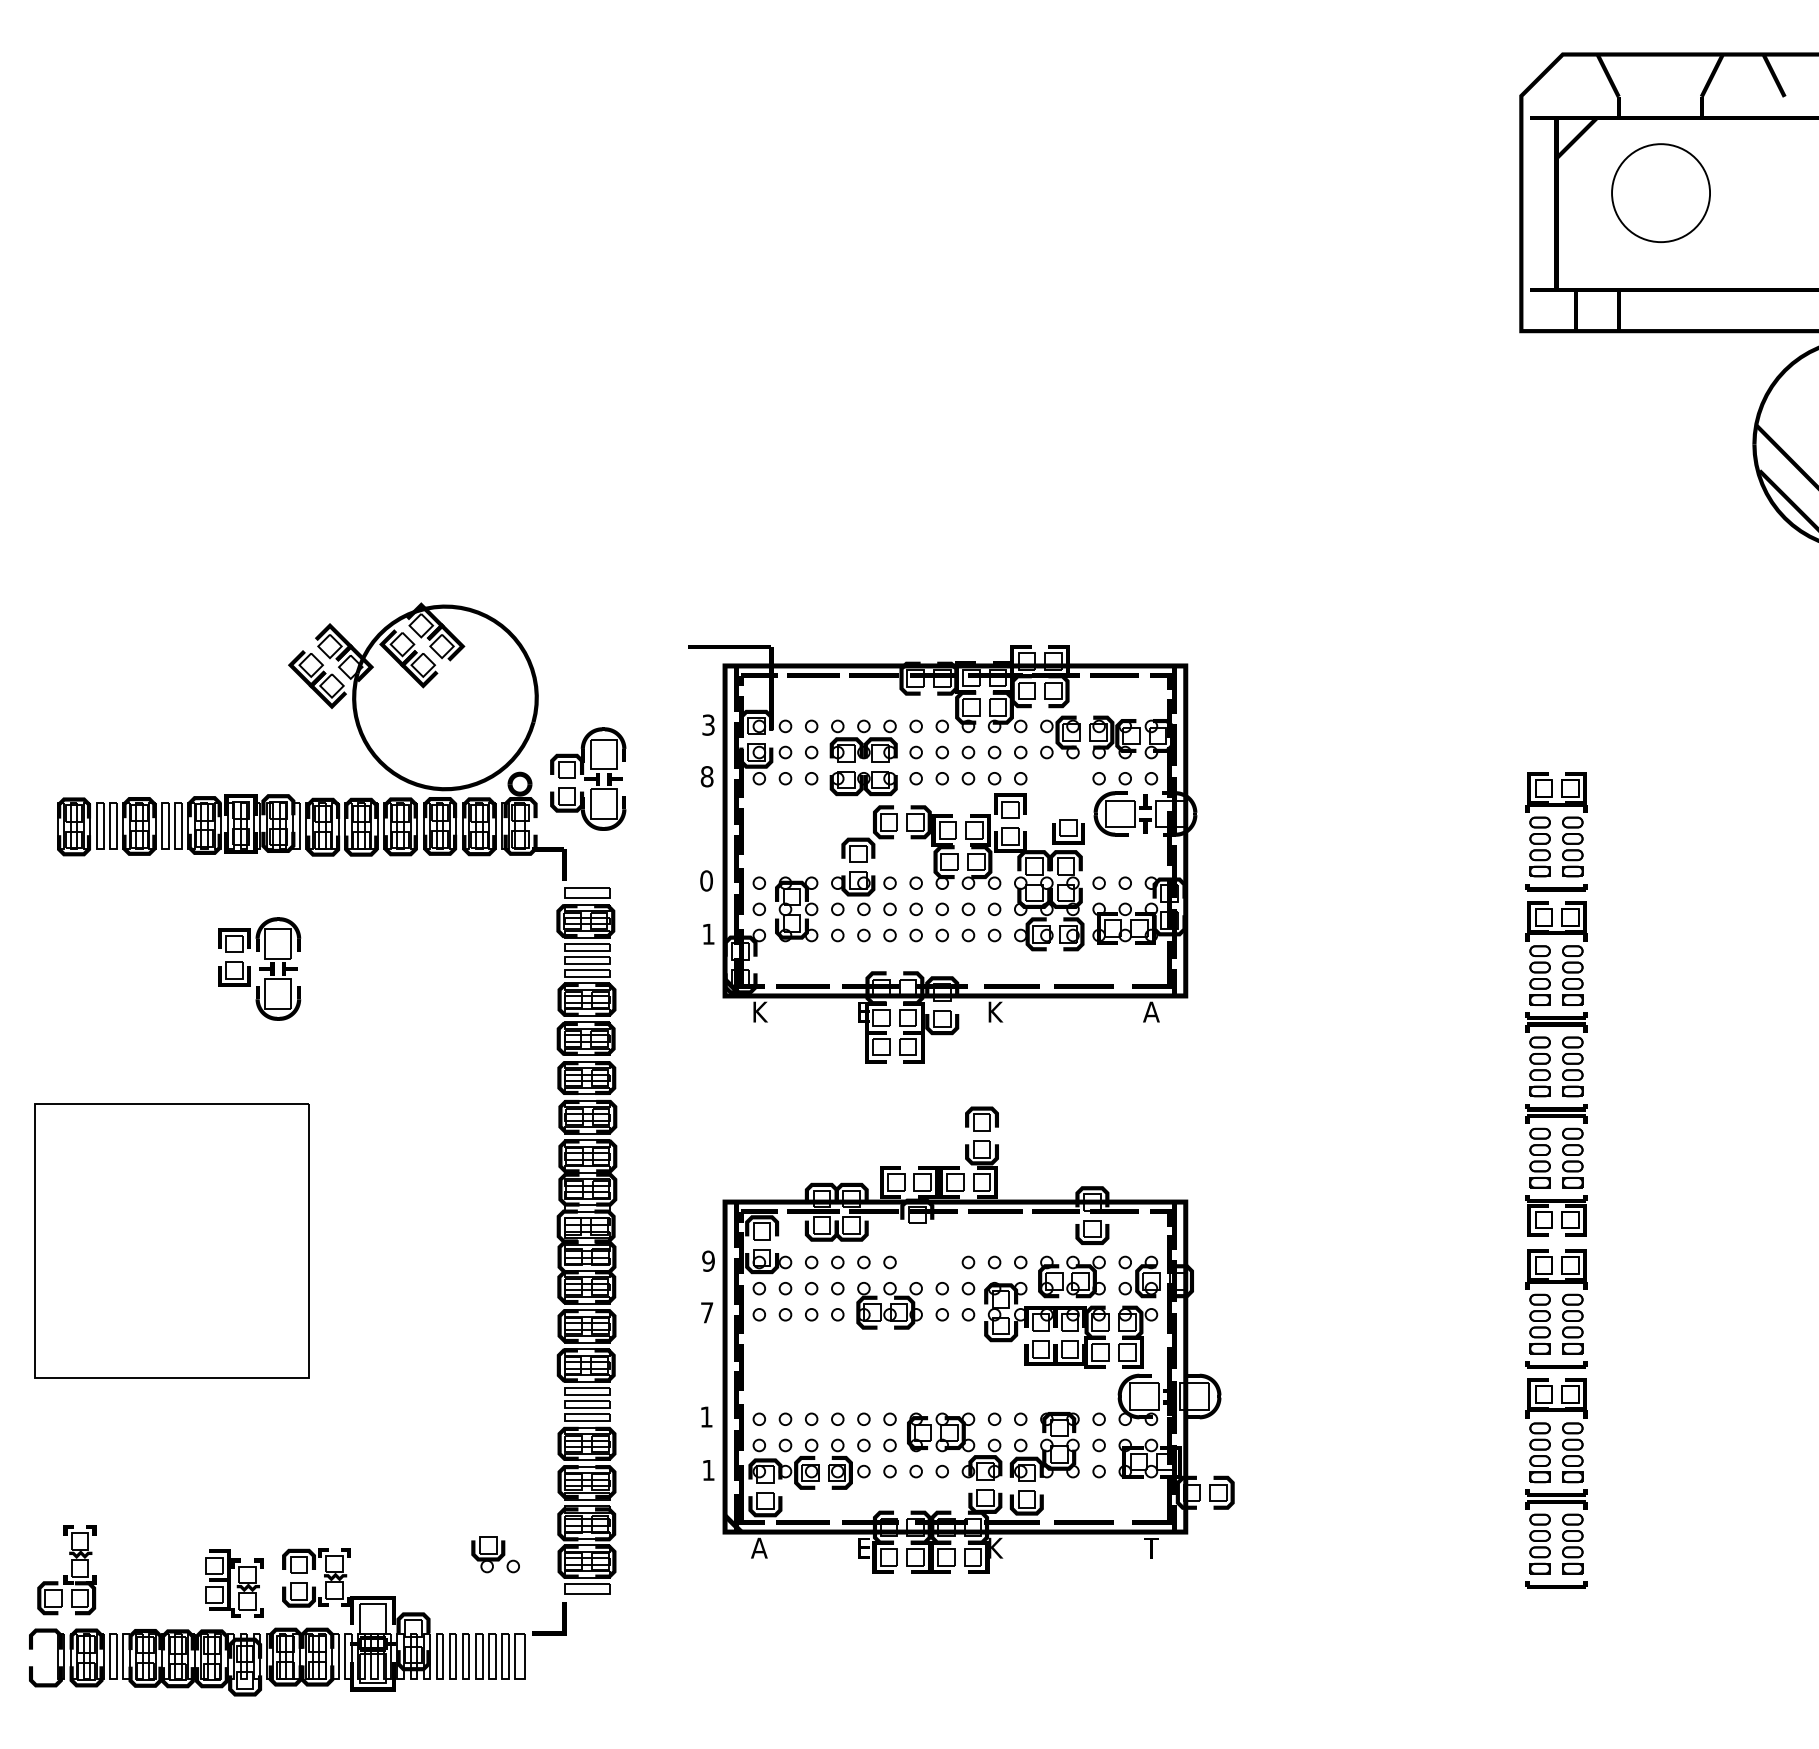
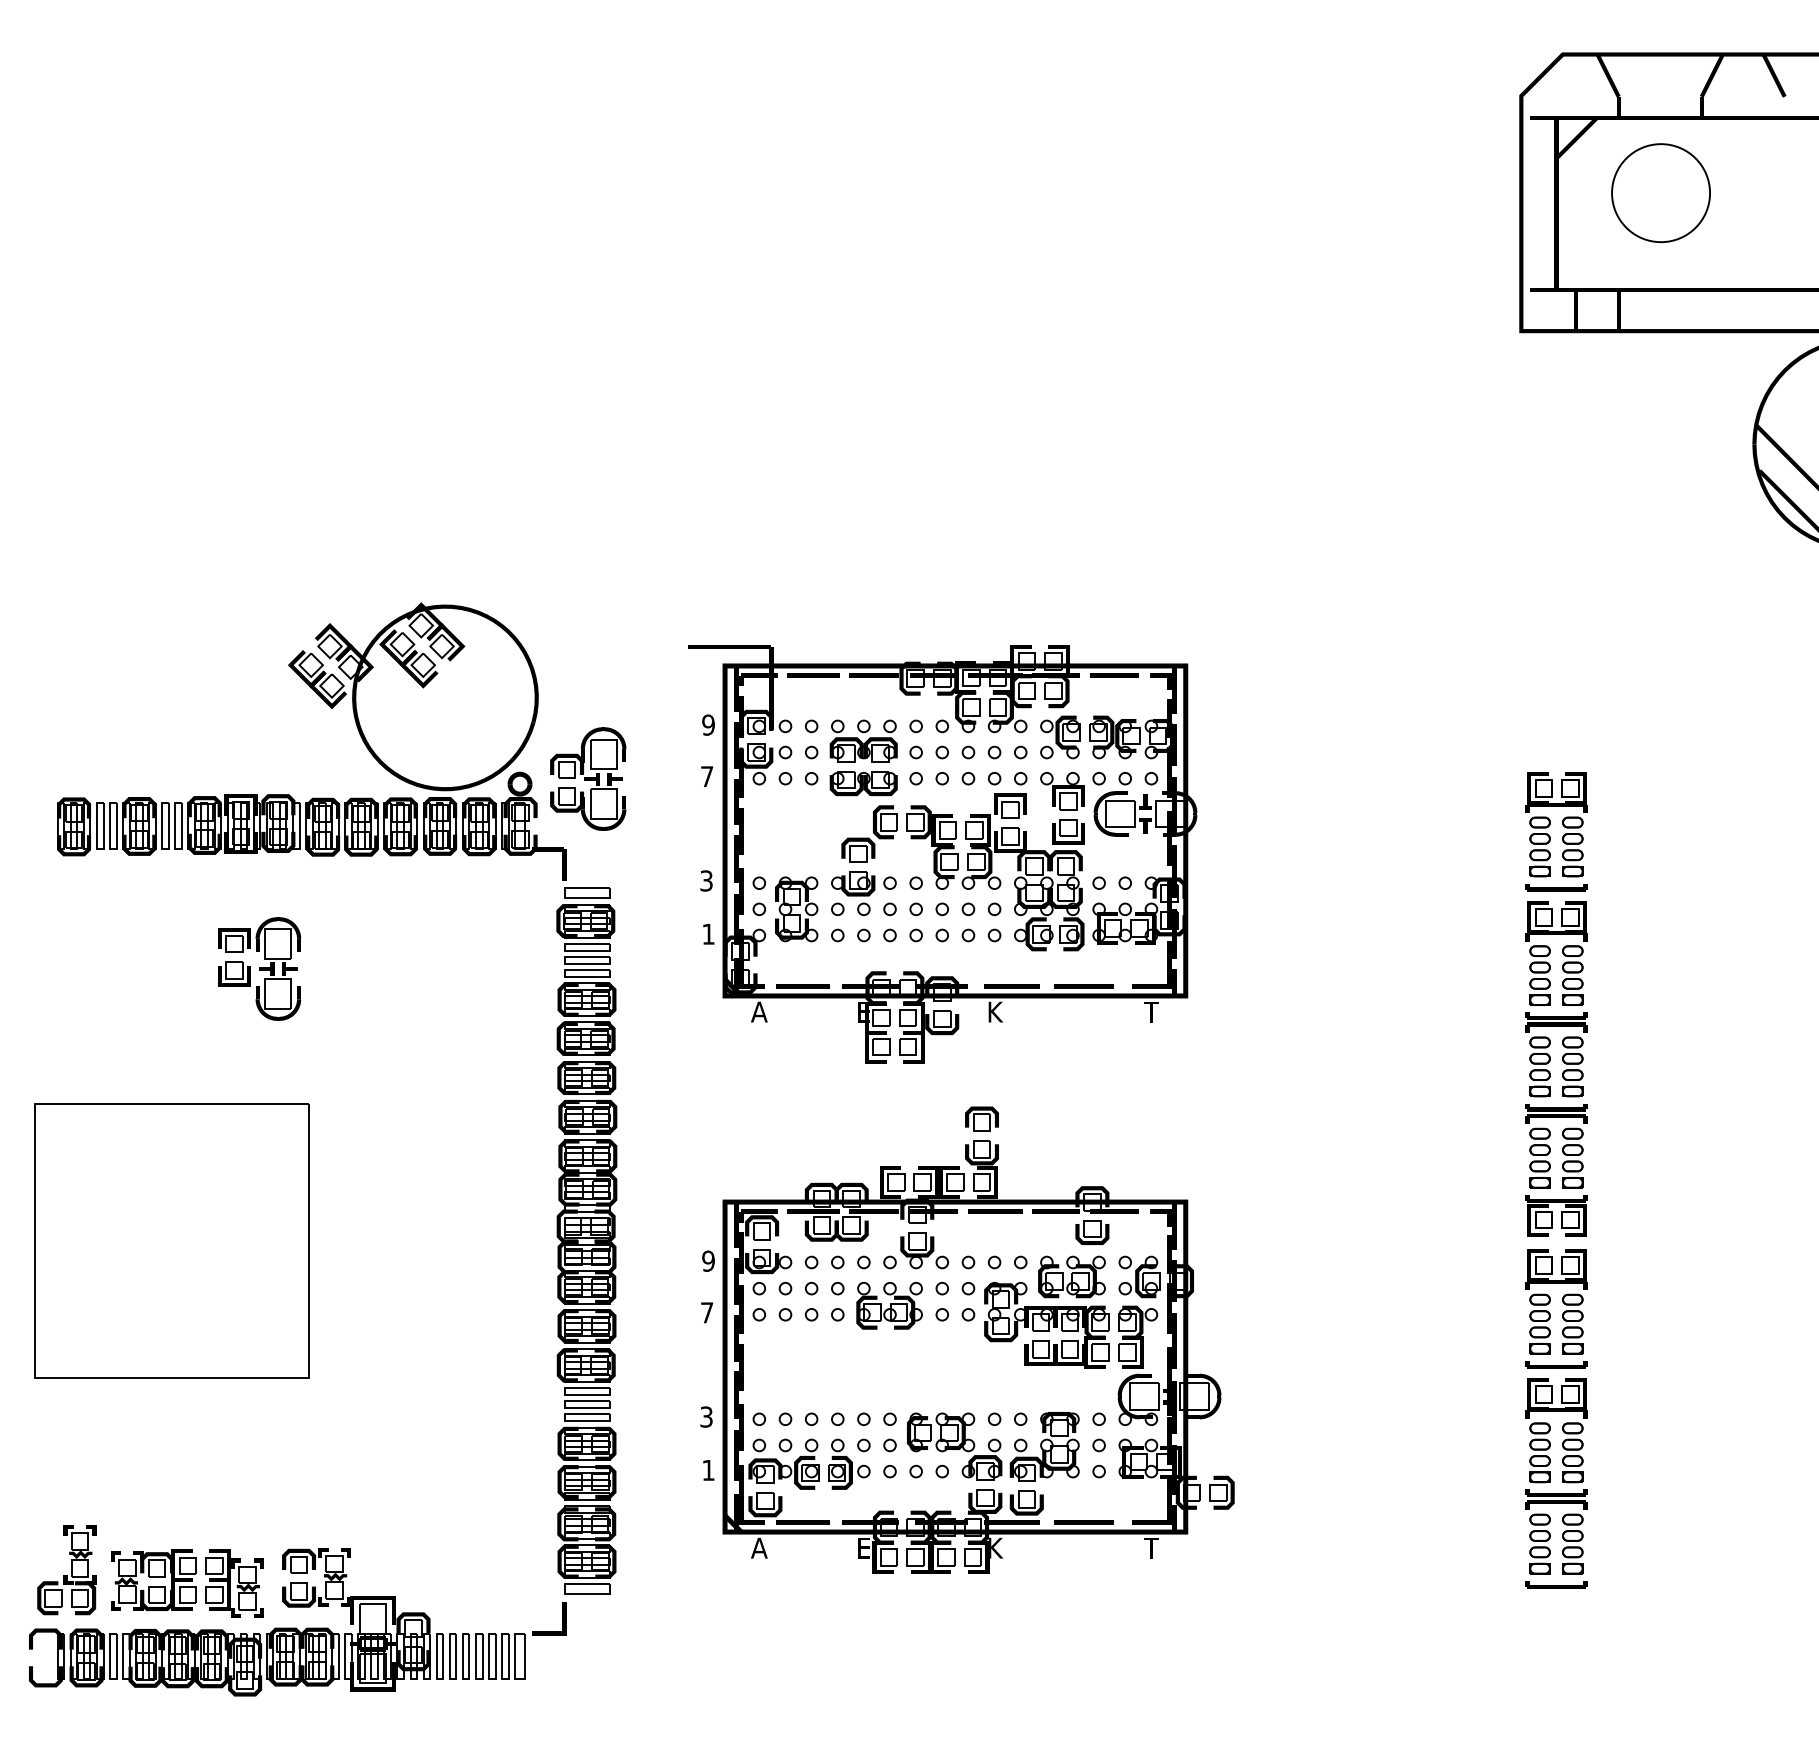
text at (708, 724): 3 -> 9
text at (706, 776): 8 -> 7
part at (1062, 791): none -> present
text at (706, 880): 0 -> 3
text at (759, 1011): K -> A
text at (1151, 1011): A -> T
text at (706, 1416): 1 -> 3
part at (495, 1554) position: (495, 1554) -> (924, 1250)
part at (153, 1579): none -> present
